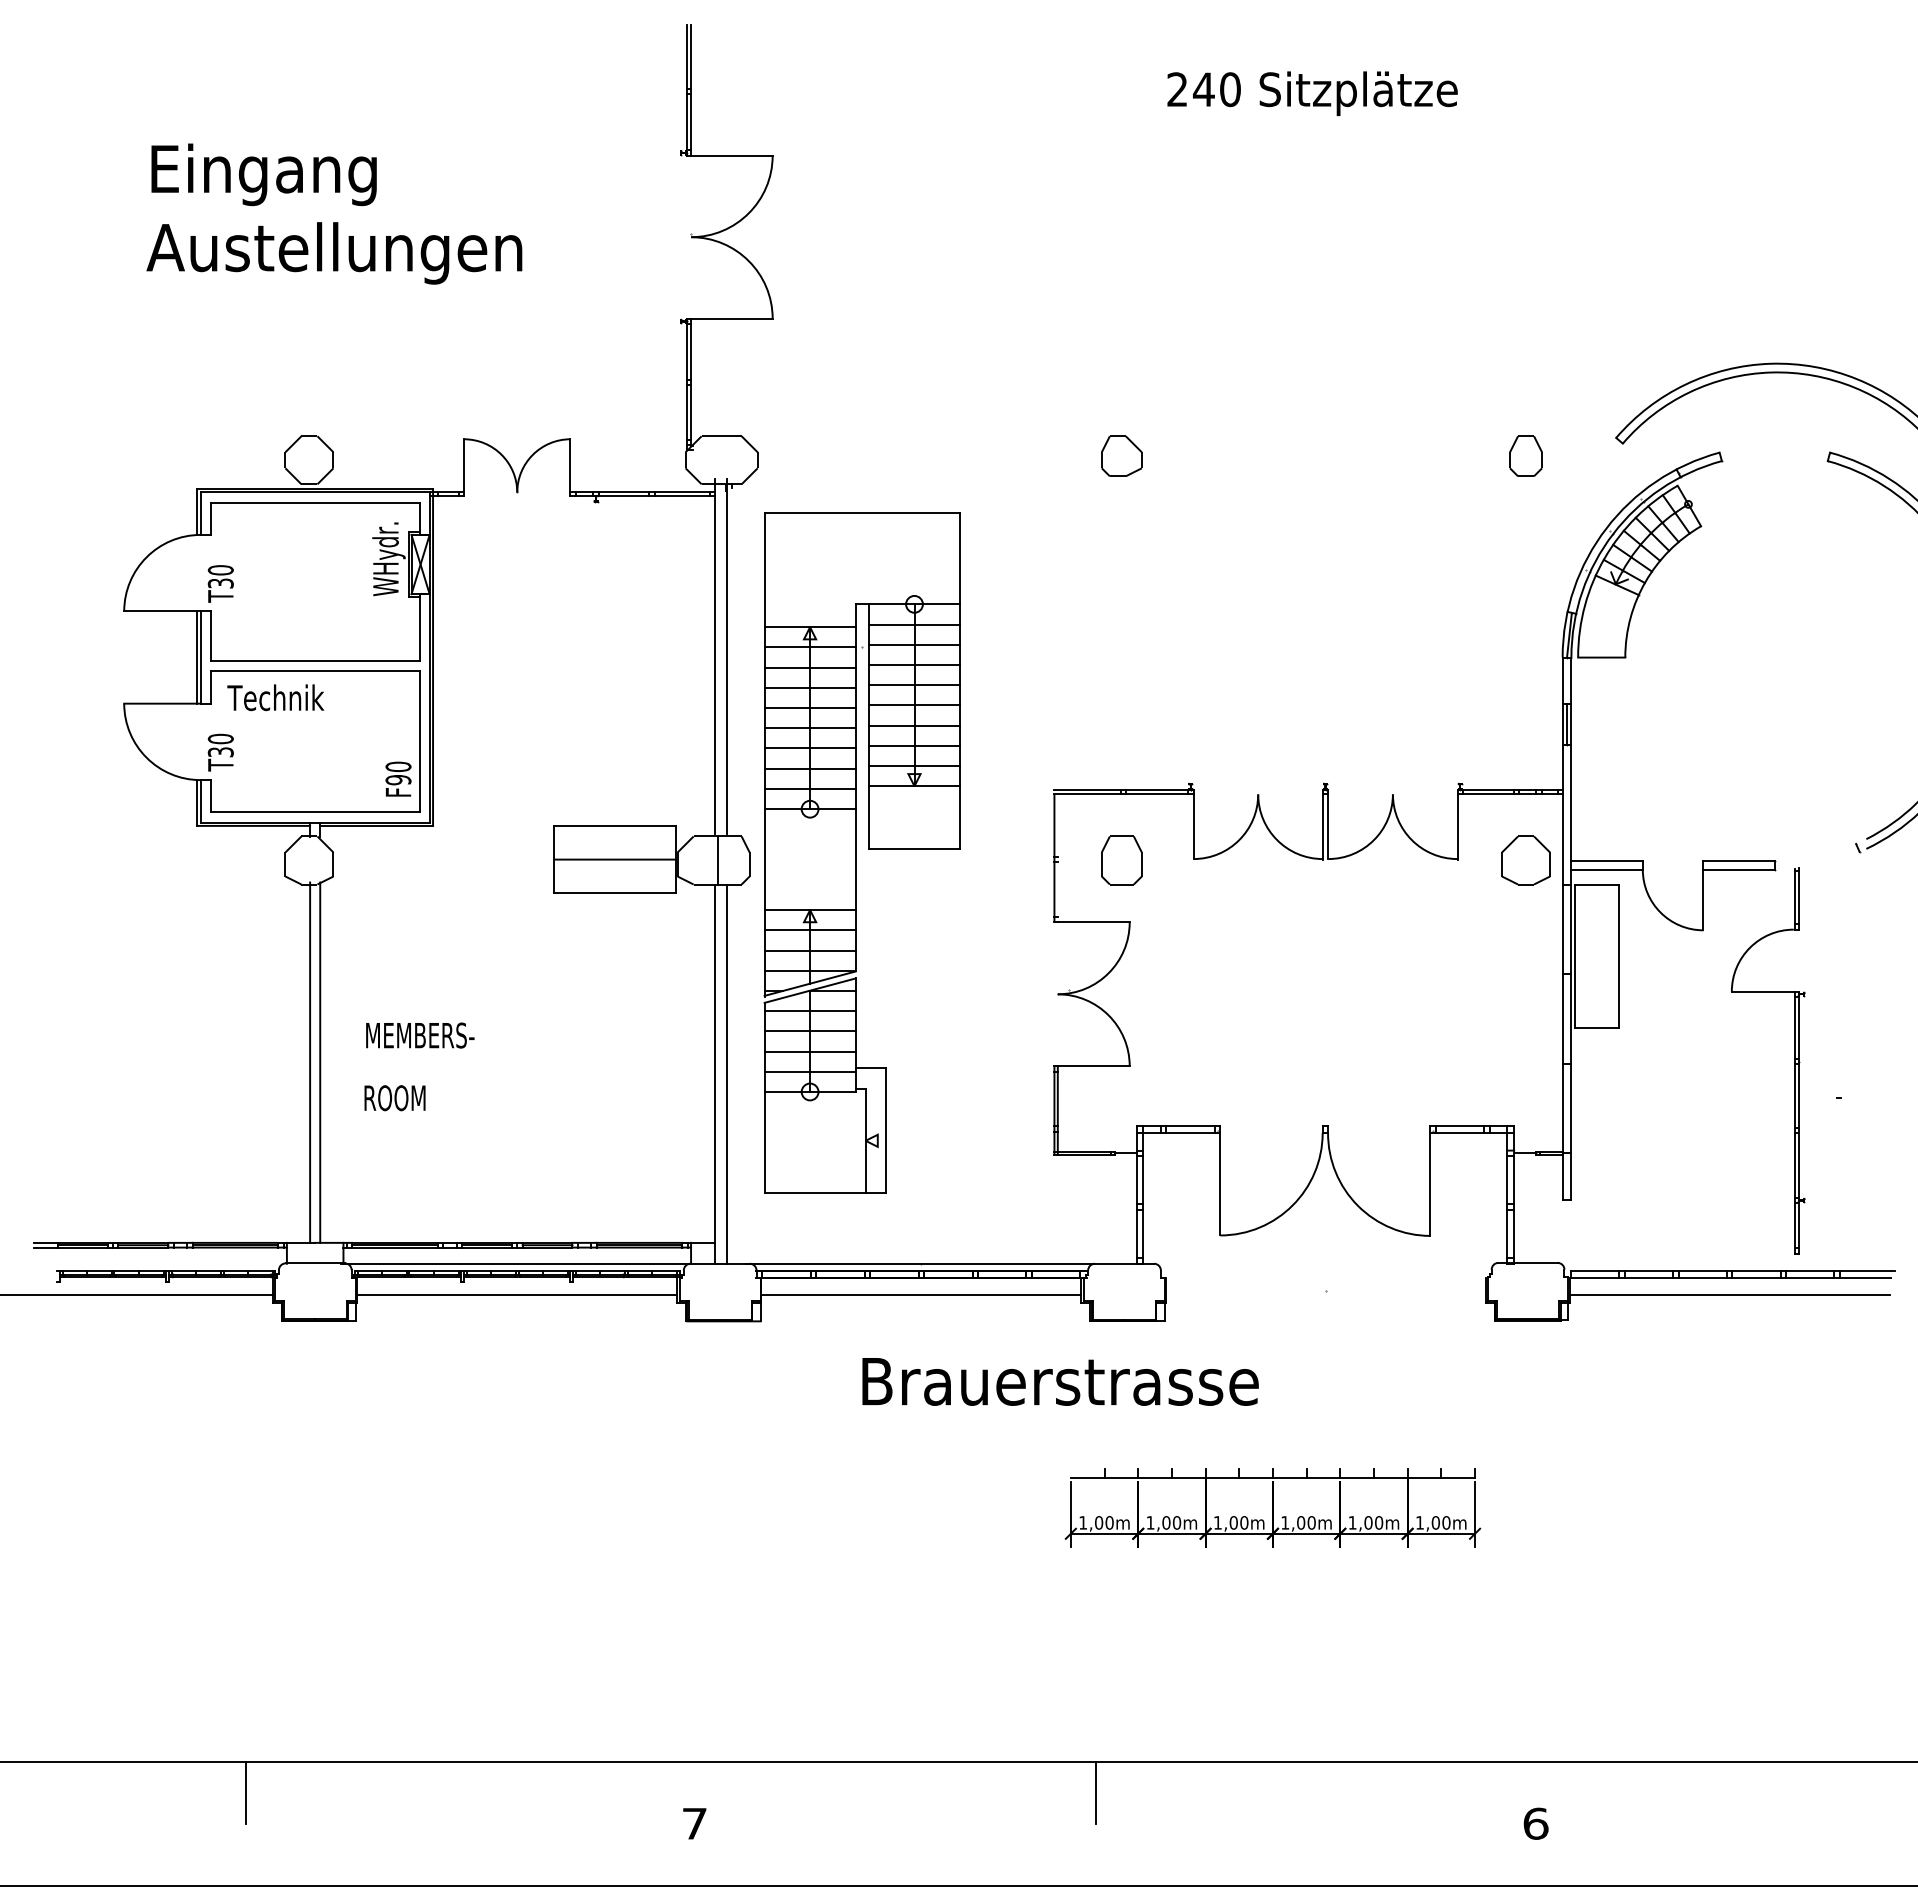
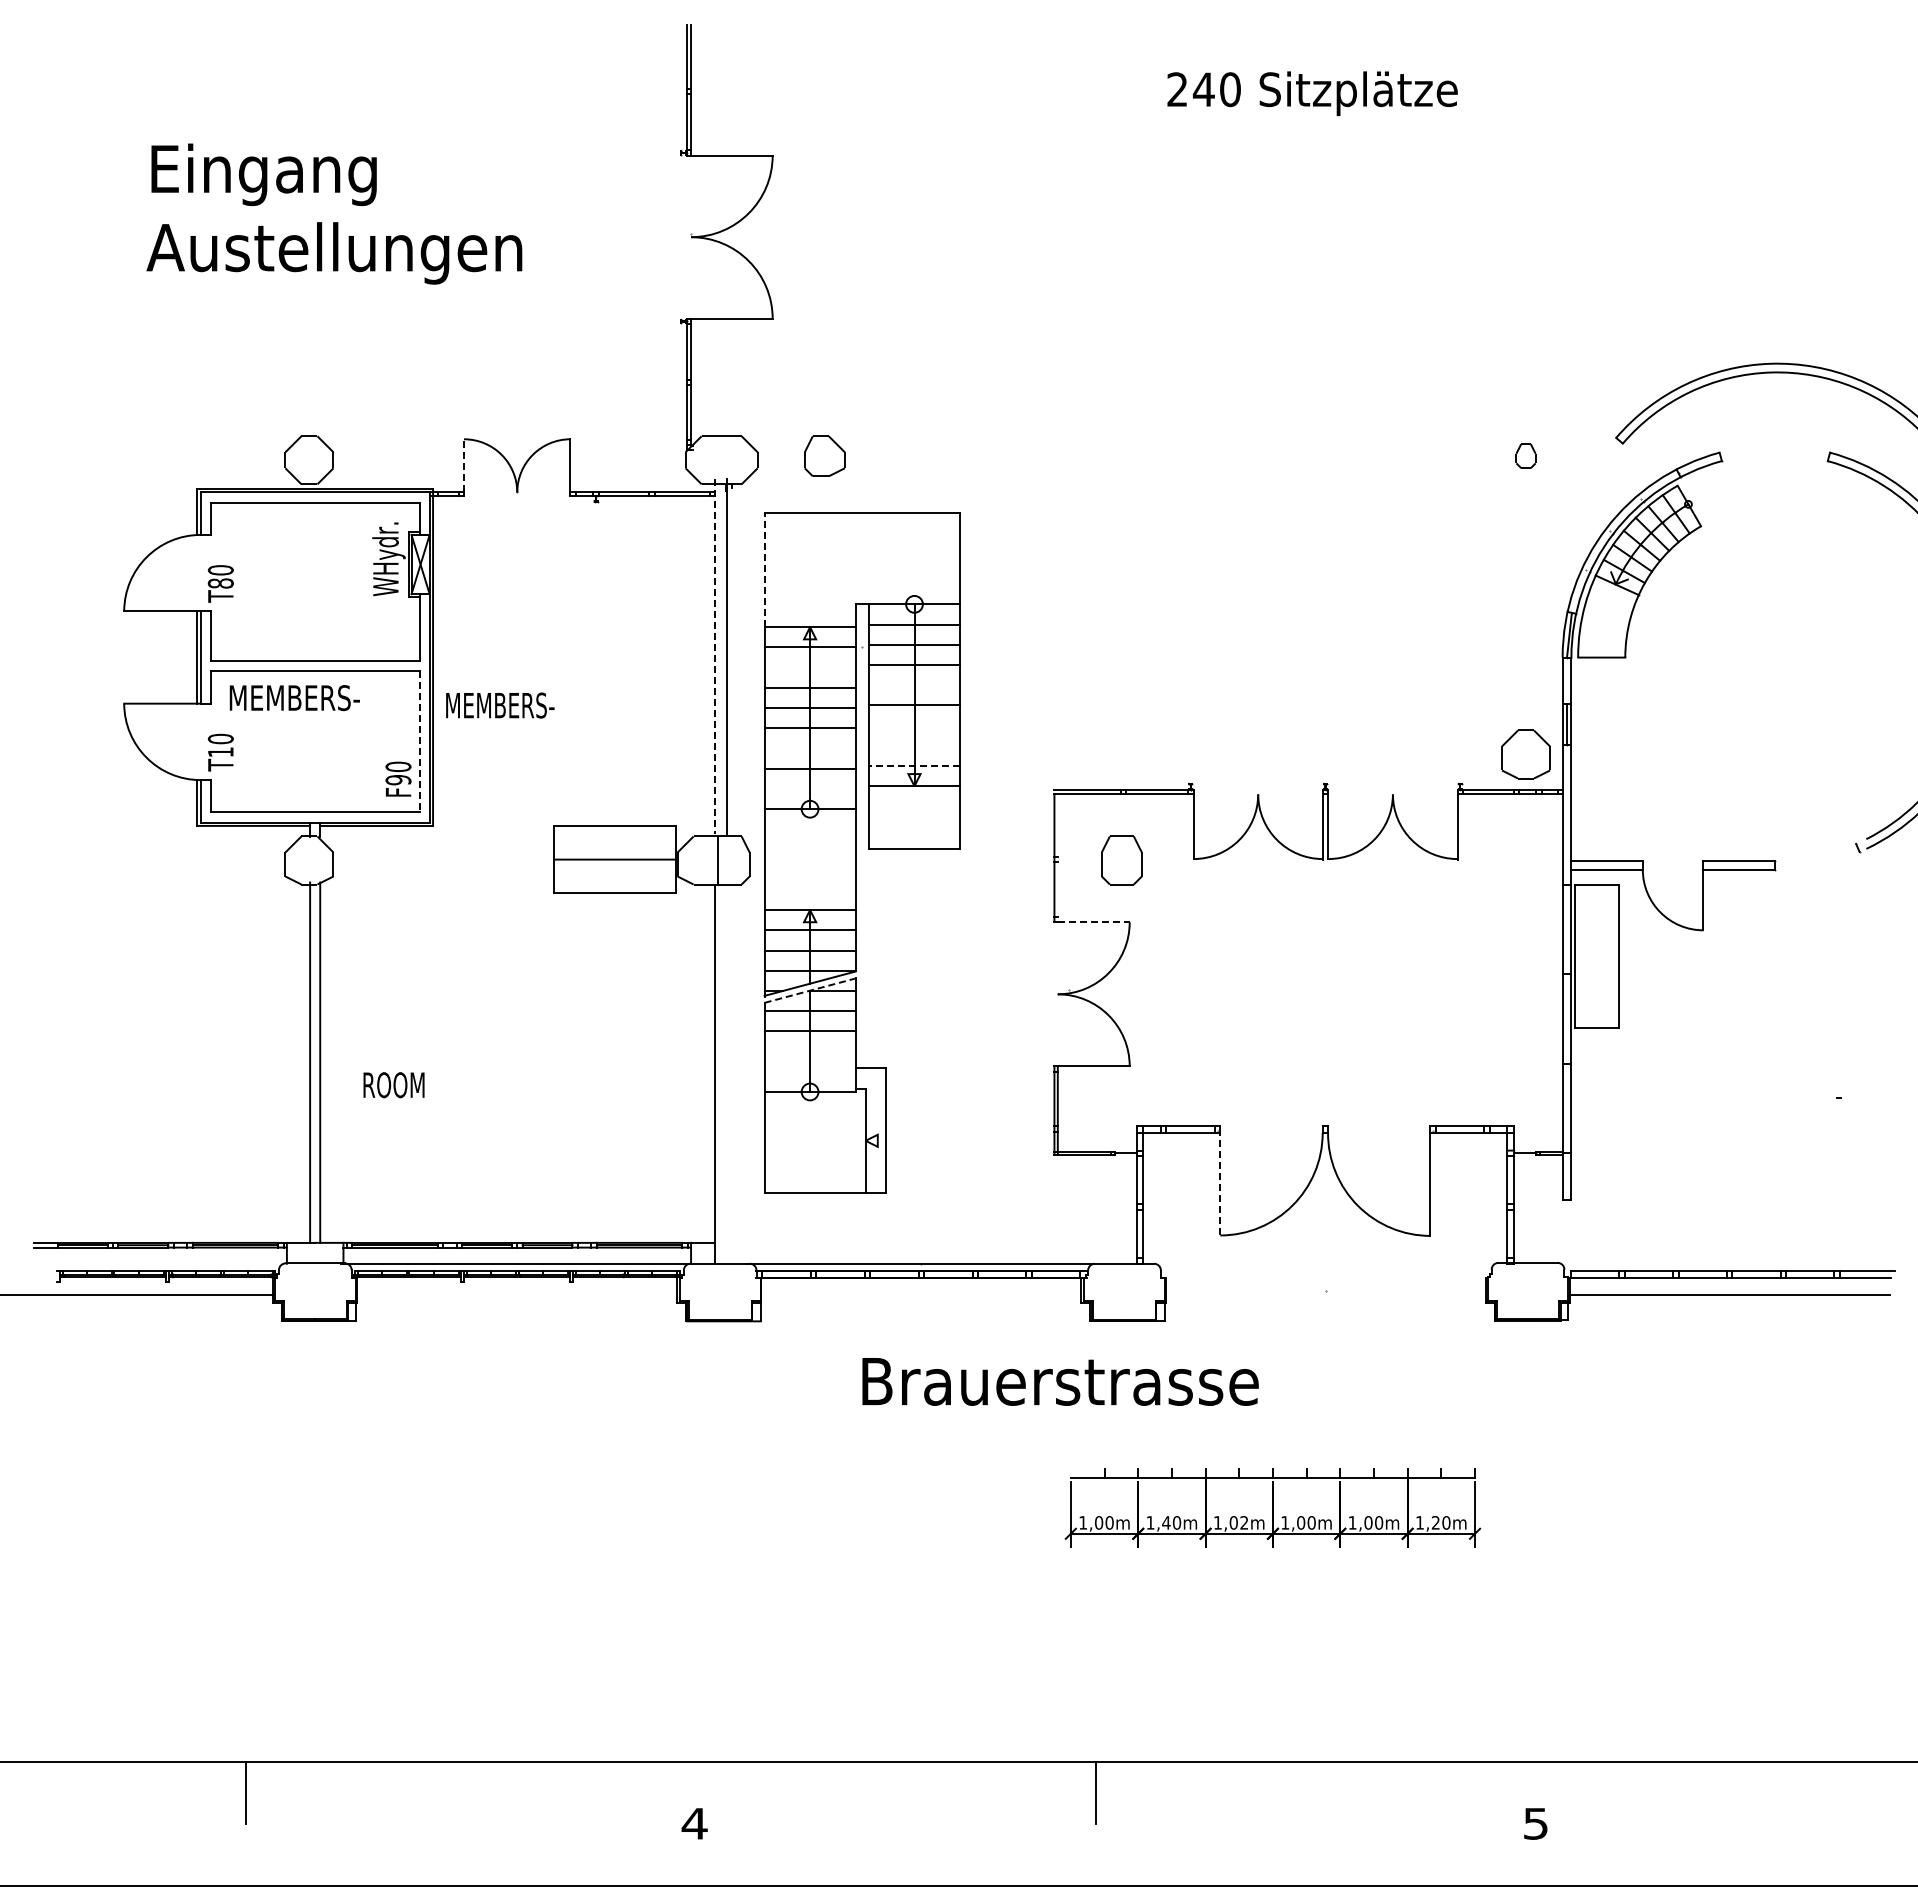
part at (1121, 455) position: (1121, 455) -> (824, 455)
part at (1525, 455) size: 34x42 px -> 22x26 px
line at (464, 465): solid -> dashed
line at (764, 570): solid -> dashed
text at (220, 583): T30 -> T80
line at (714, 656): solid -> dashed
line at (809, 667): present -> none
line at (914, 685): present -> none
text at (293, 697): Technik -> MEMBERS-
line at (914, 725): present -> none
line at (419, 741): solid -> dashed
line at (914, 745): present -> none
line at (809, 748): present -> none
text at (220, 752): T30 -> T10
line at (914, 766): solid -> dashed
line at (809, 788): present -> none
part at (1525, 860) position: (1525, 860) -> (1525, 754)
line at (1093, 922): solid -> dashed
line at (810, 990): solid -> dashed
text at (420, 1035) position: (420, 1035) -> (500, 705)
line at (809, 1051): present -> none
part at (1794, 1060): present -> none
line at (809, 1071): present -> none
line at (726, 1074): present -> none
text at (394, 1098) position: (394, 1098) -> (393, 1085)
line at (1220, 1183): solid -> dashed
line at (517, 1294): present -> none
line at (921, 1294): present -> none
text at (1166, 1522): 1,00m -> 1,40m
text at (1244, 1522): 1,00m -> 1,02m
text at (1435, 1522): 1,00m -> 1,20m
text at (694, 1823): 7 -> 4
text at (1535, 1823): 6 -> 5
